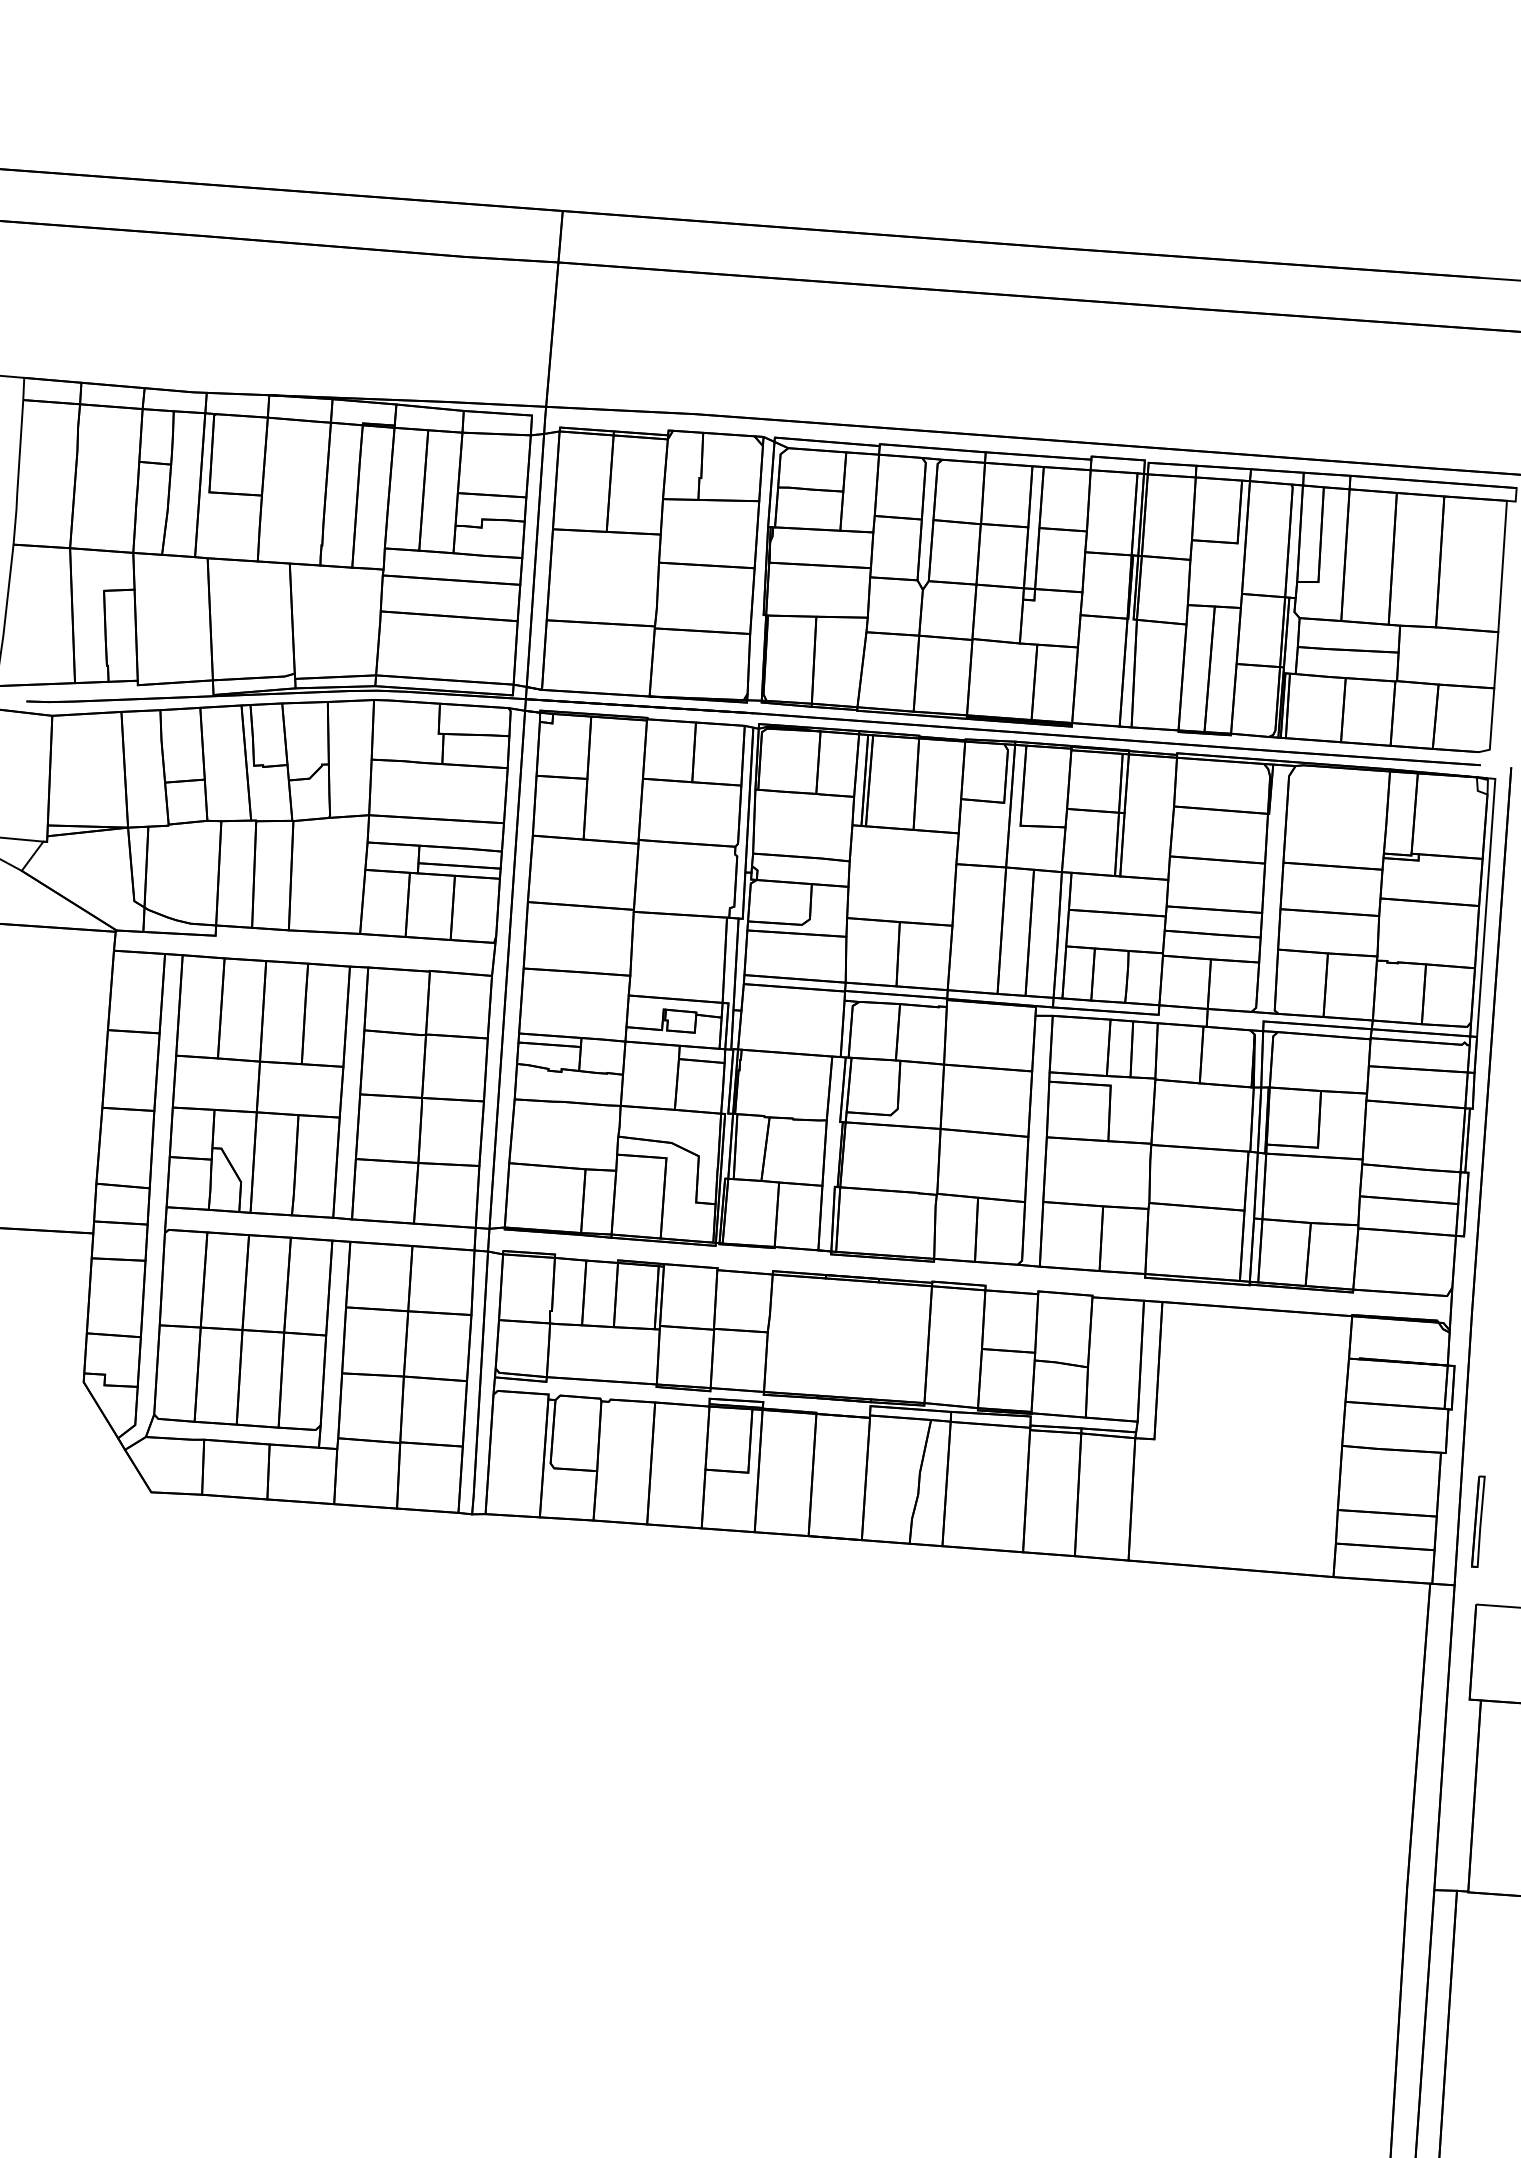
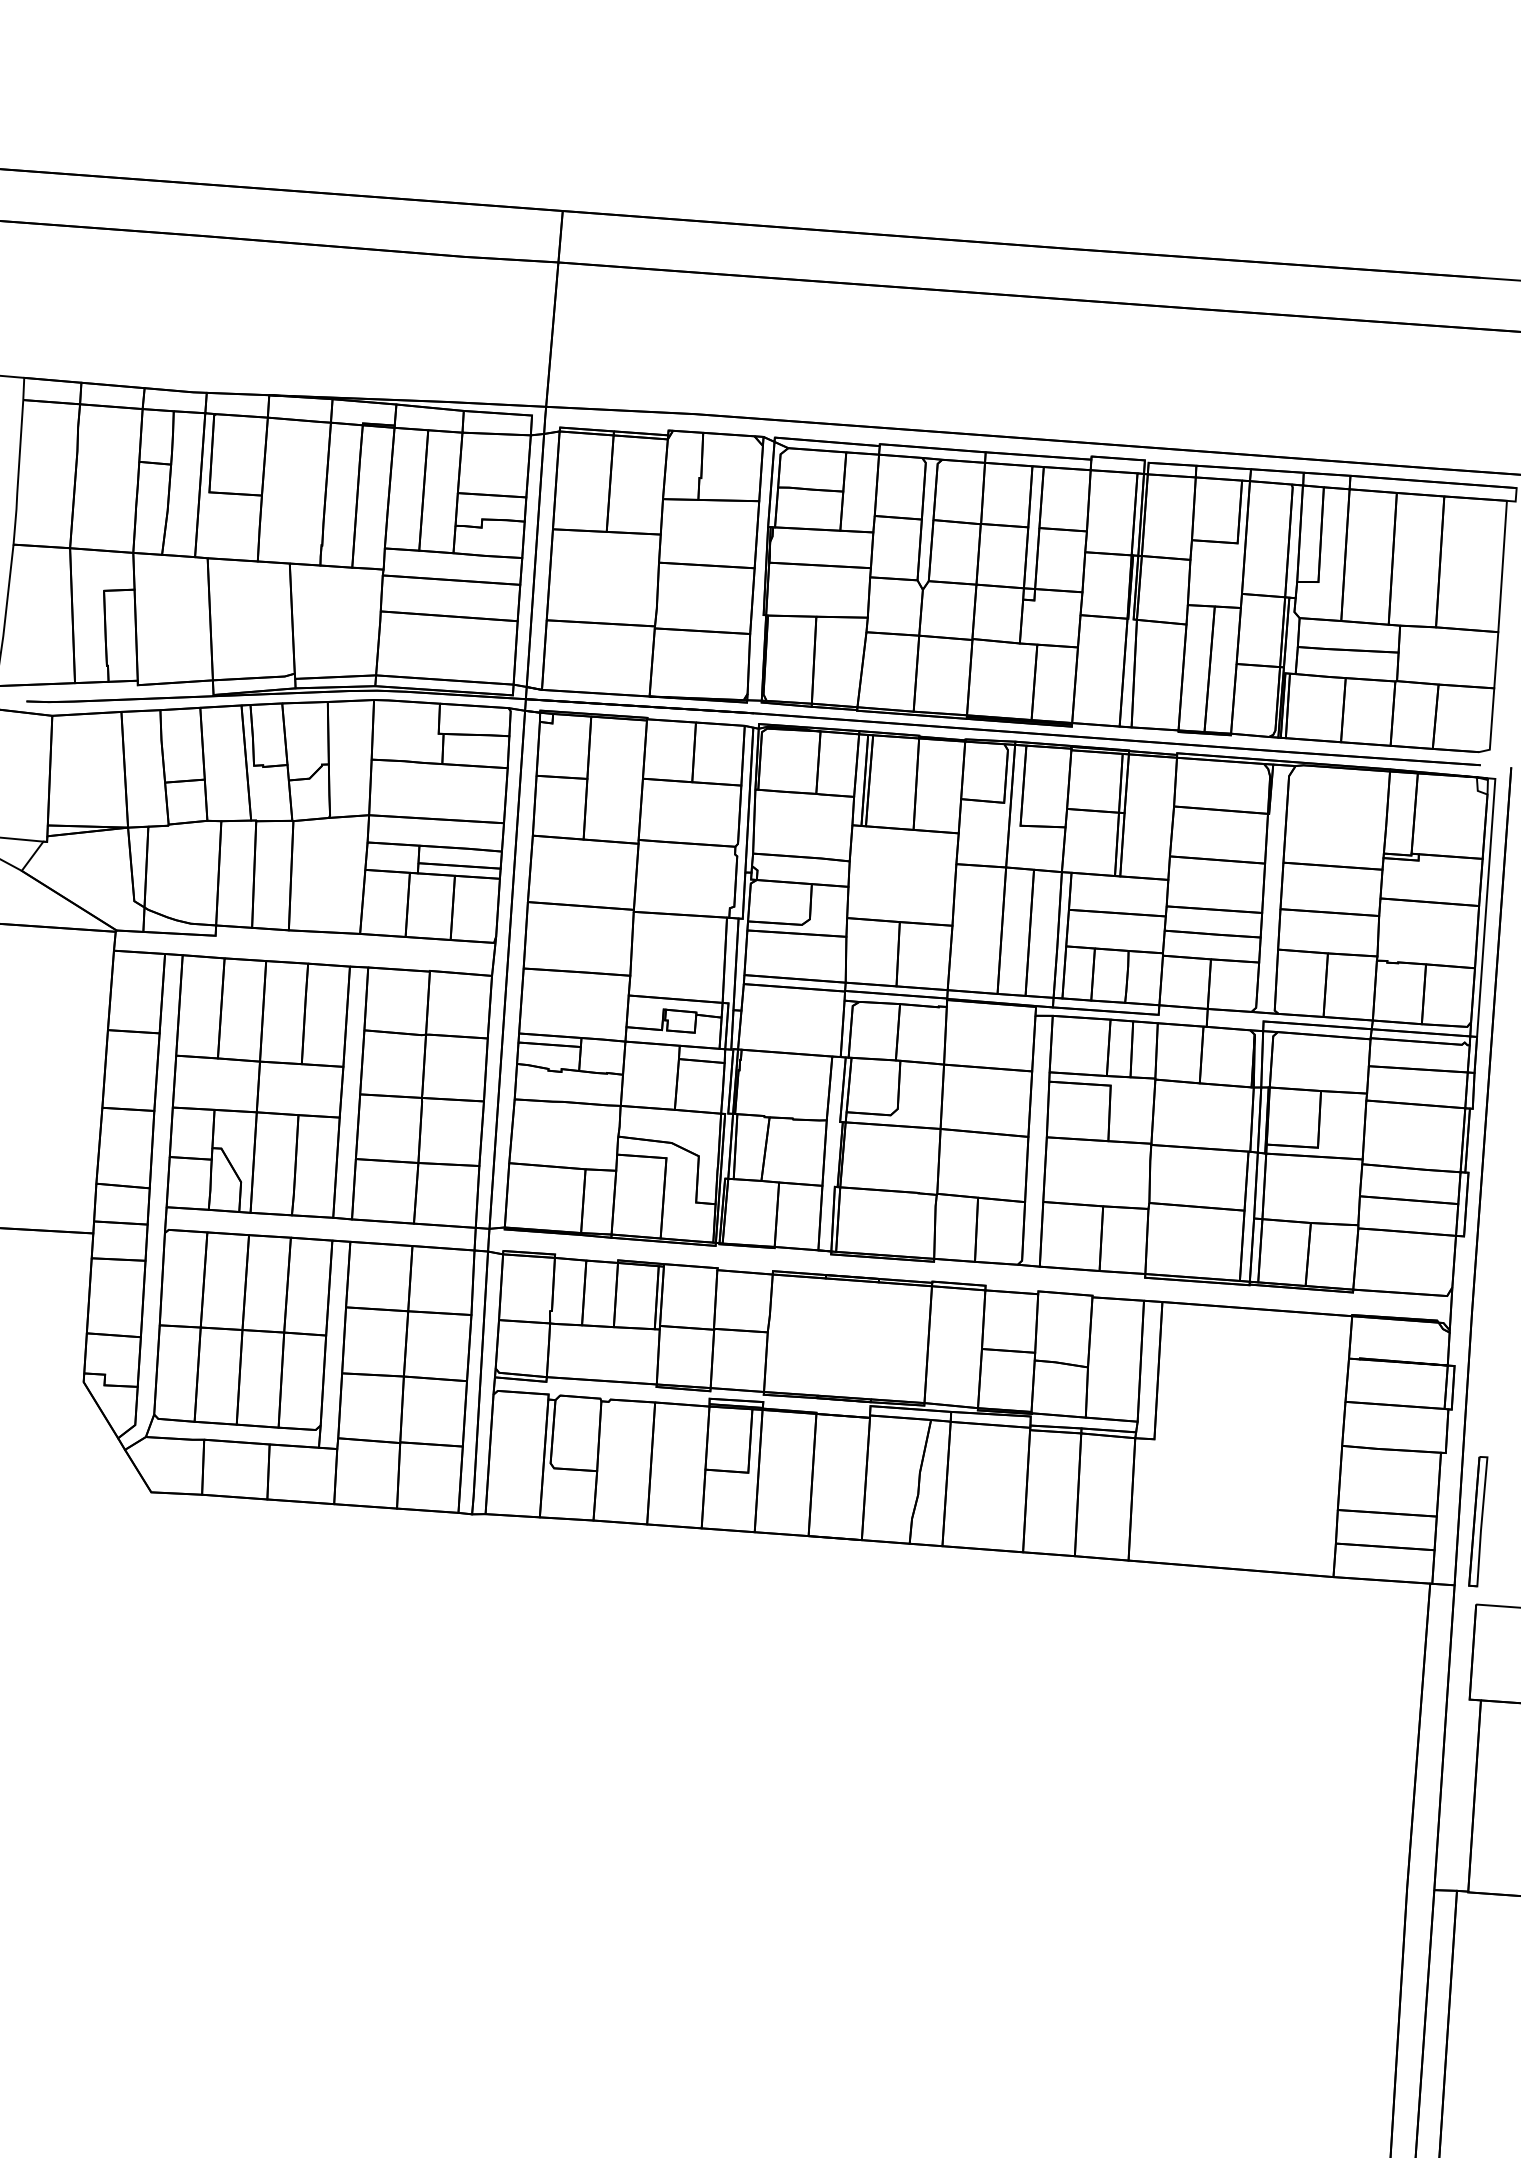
part at (1478, 1521) size: 15x93 px -> 21x132 px
